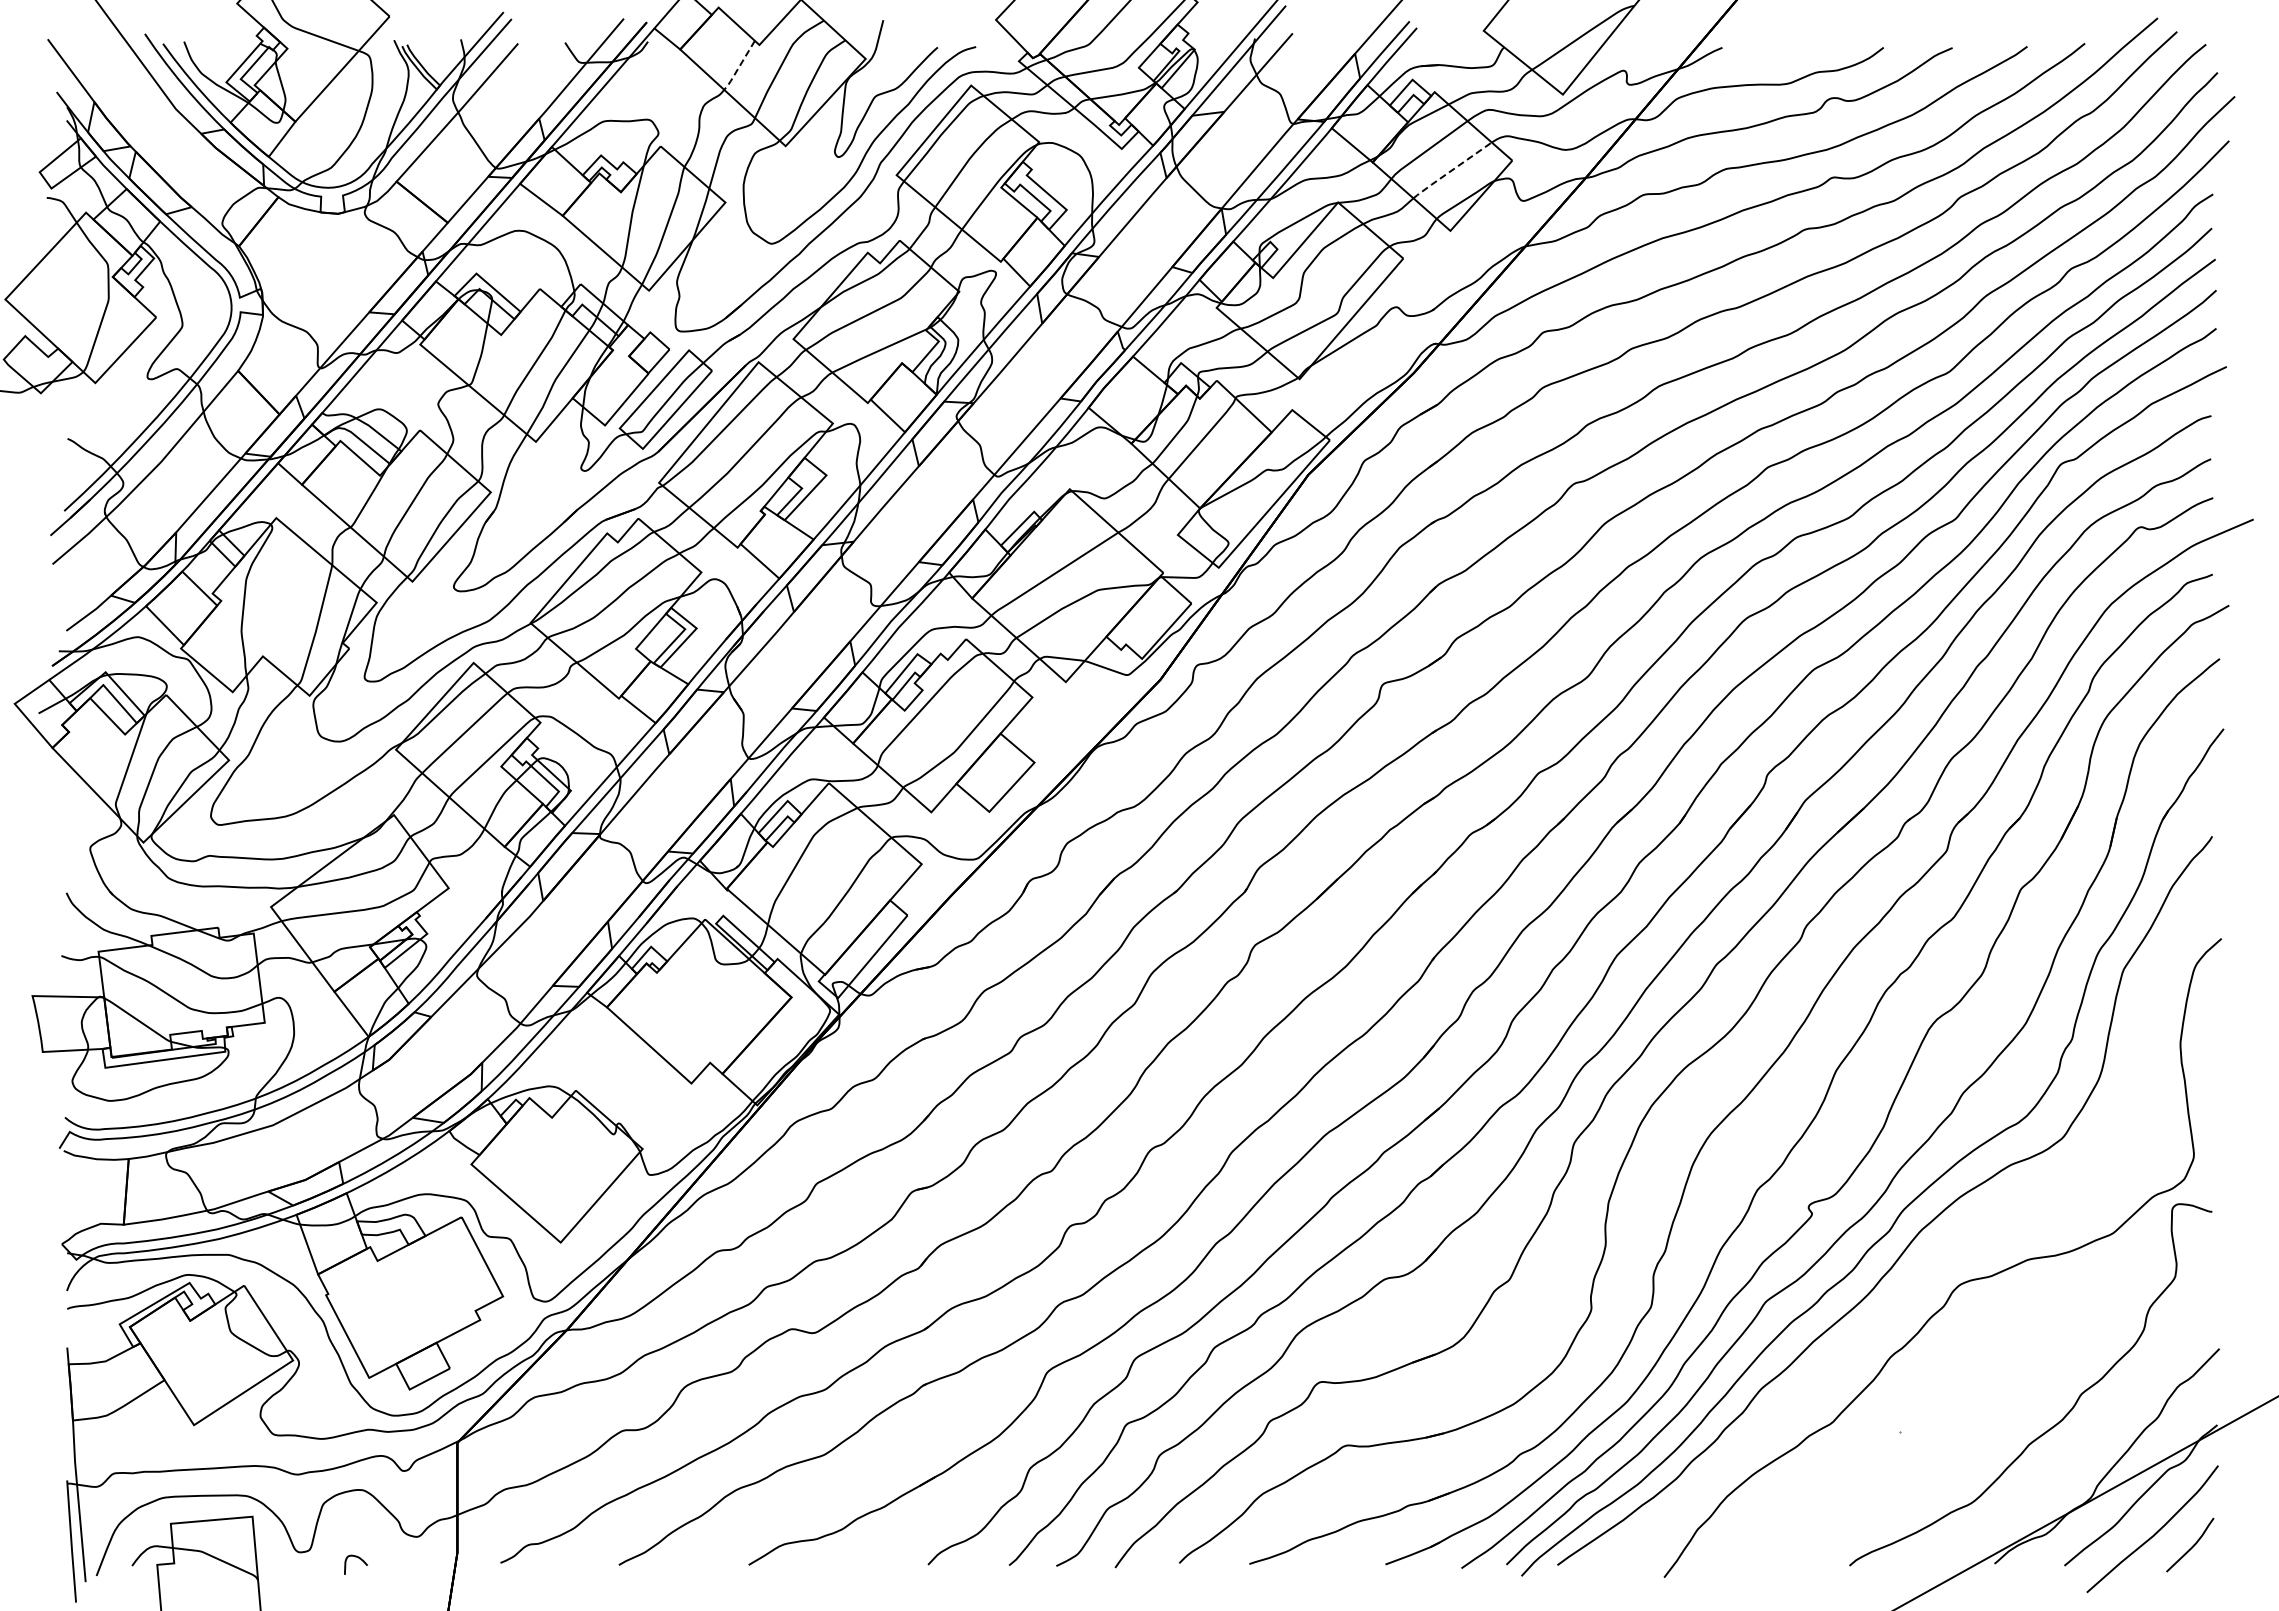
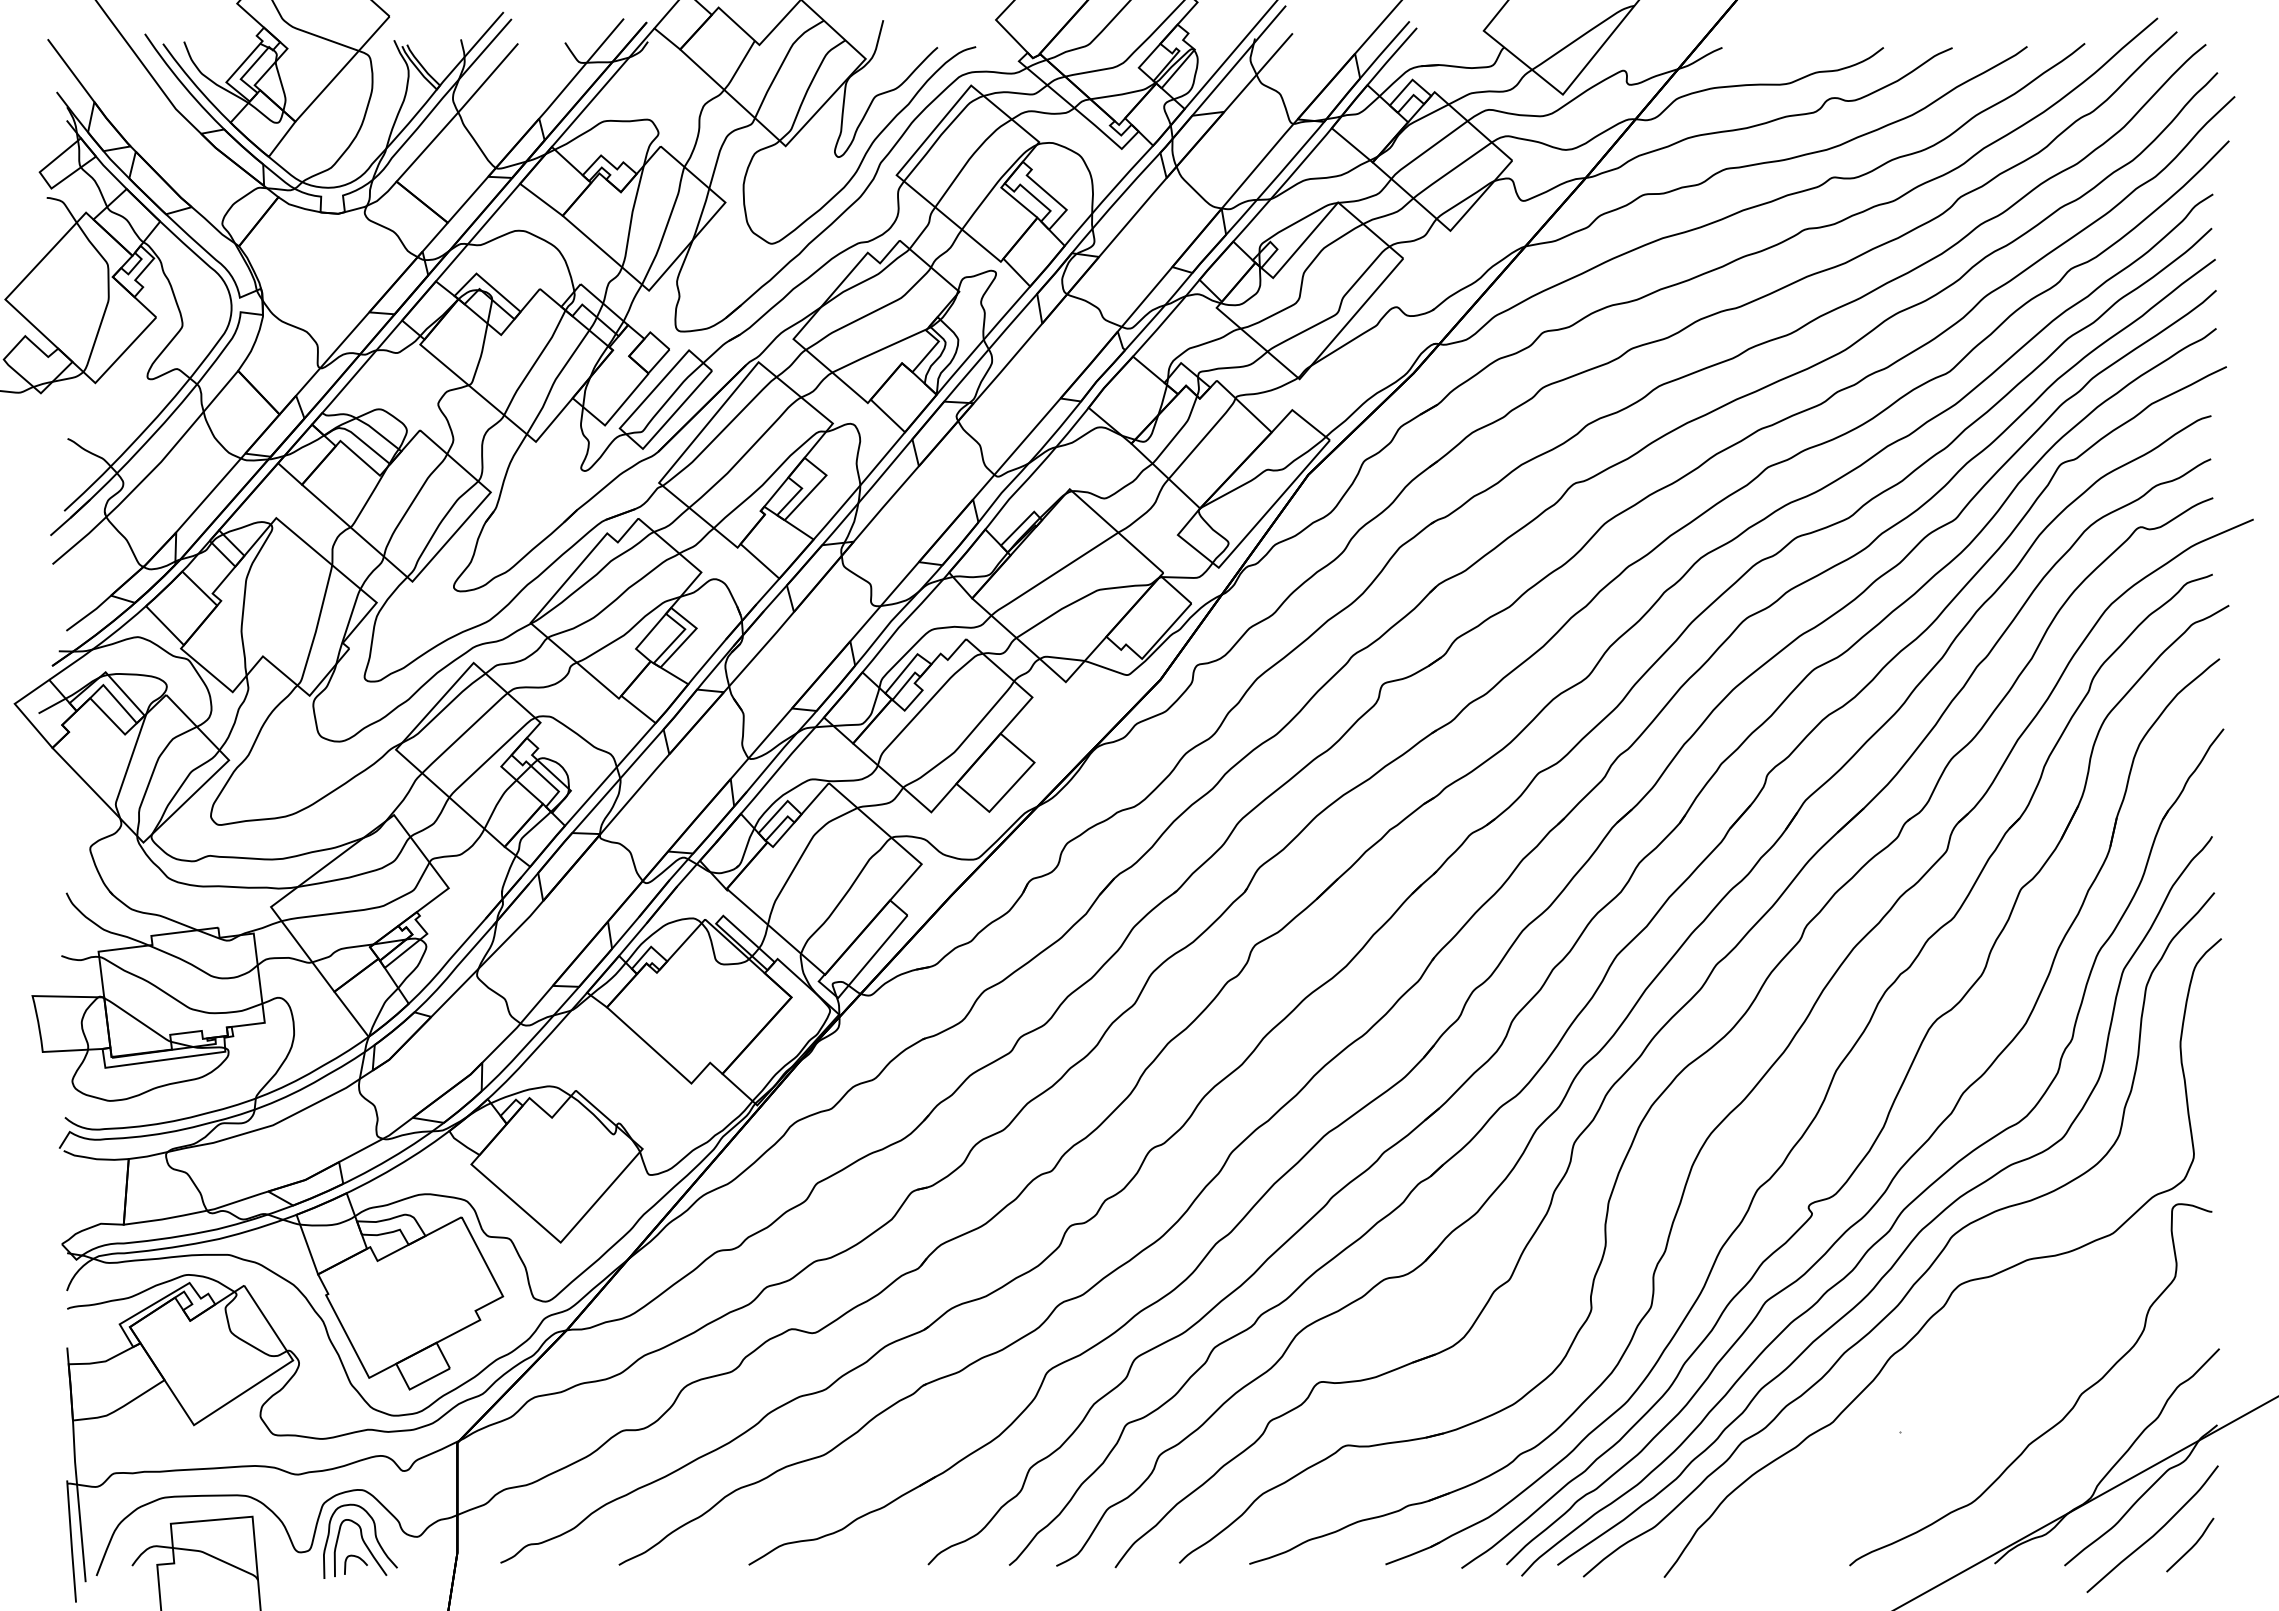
line at (739, 66): dashed -> solid
line at (1451, 170): dashed -> solid
curve at (1933, 1260): none -> present
part at (360, 1540): none -> present
